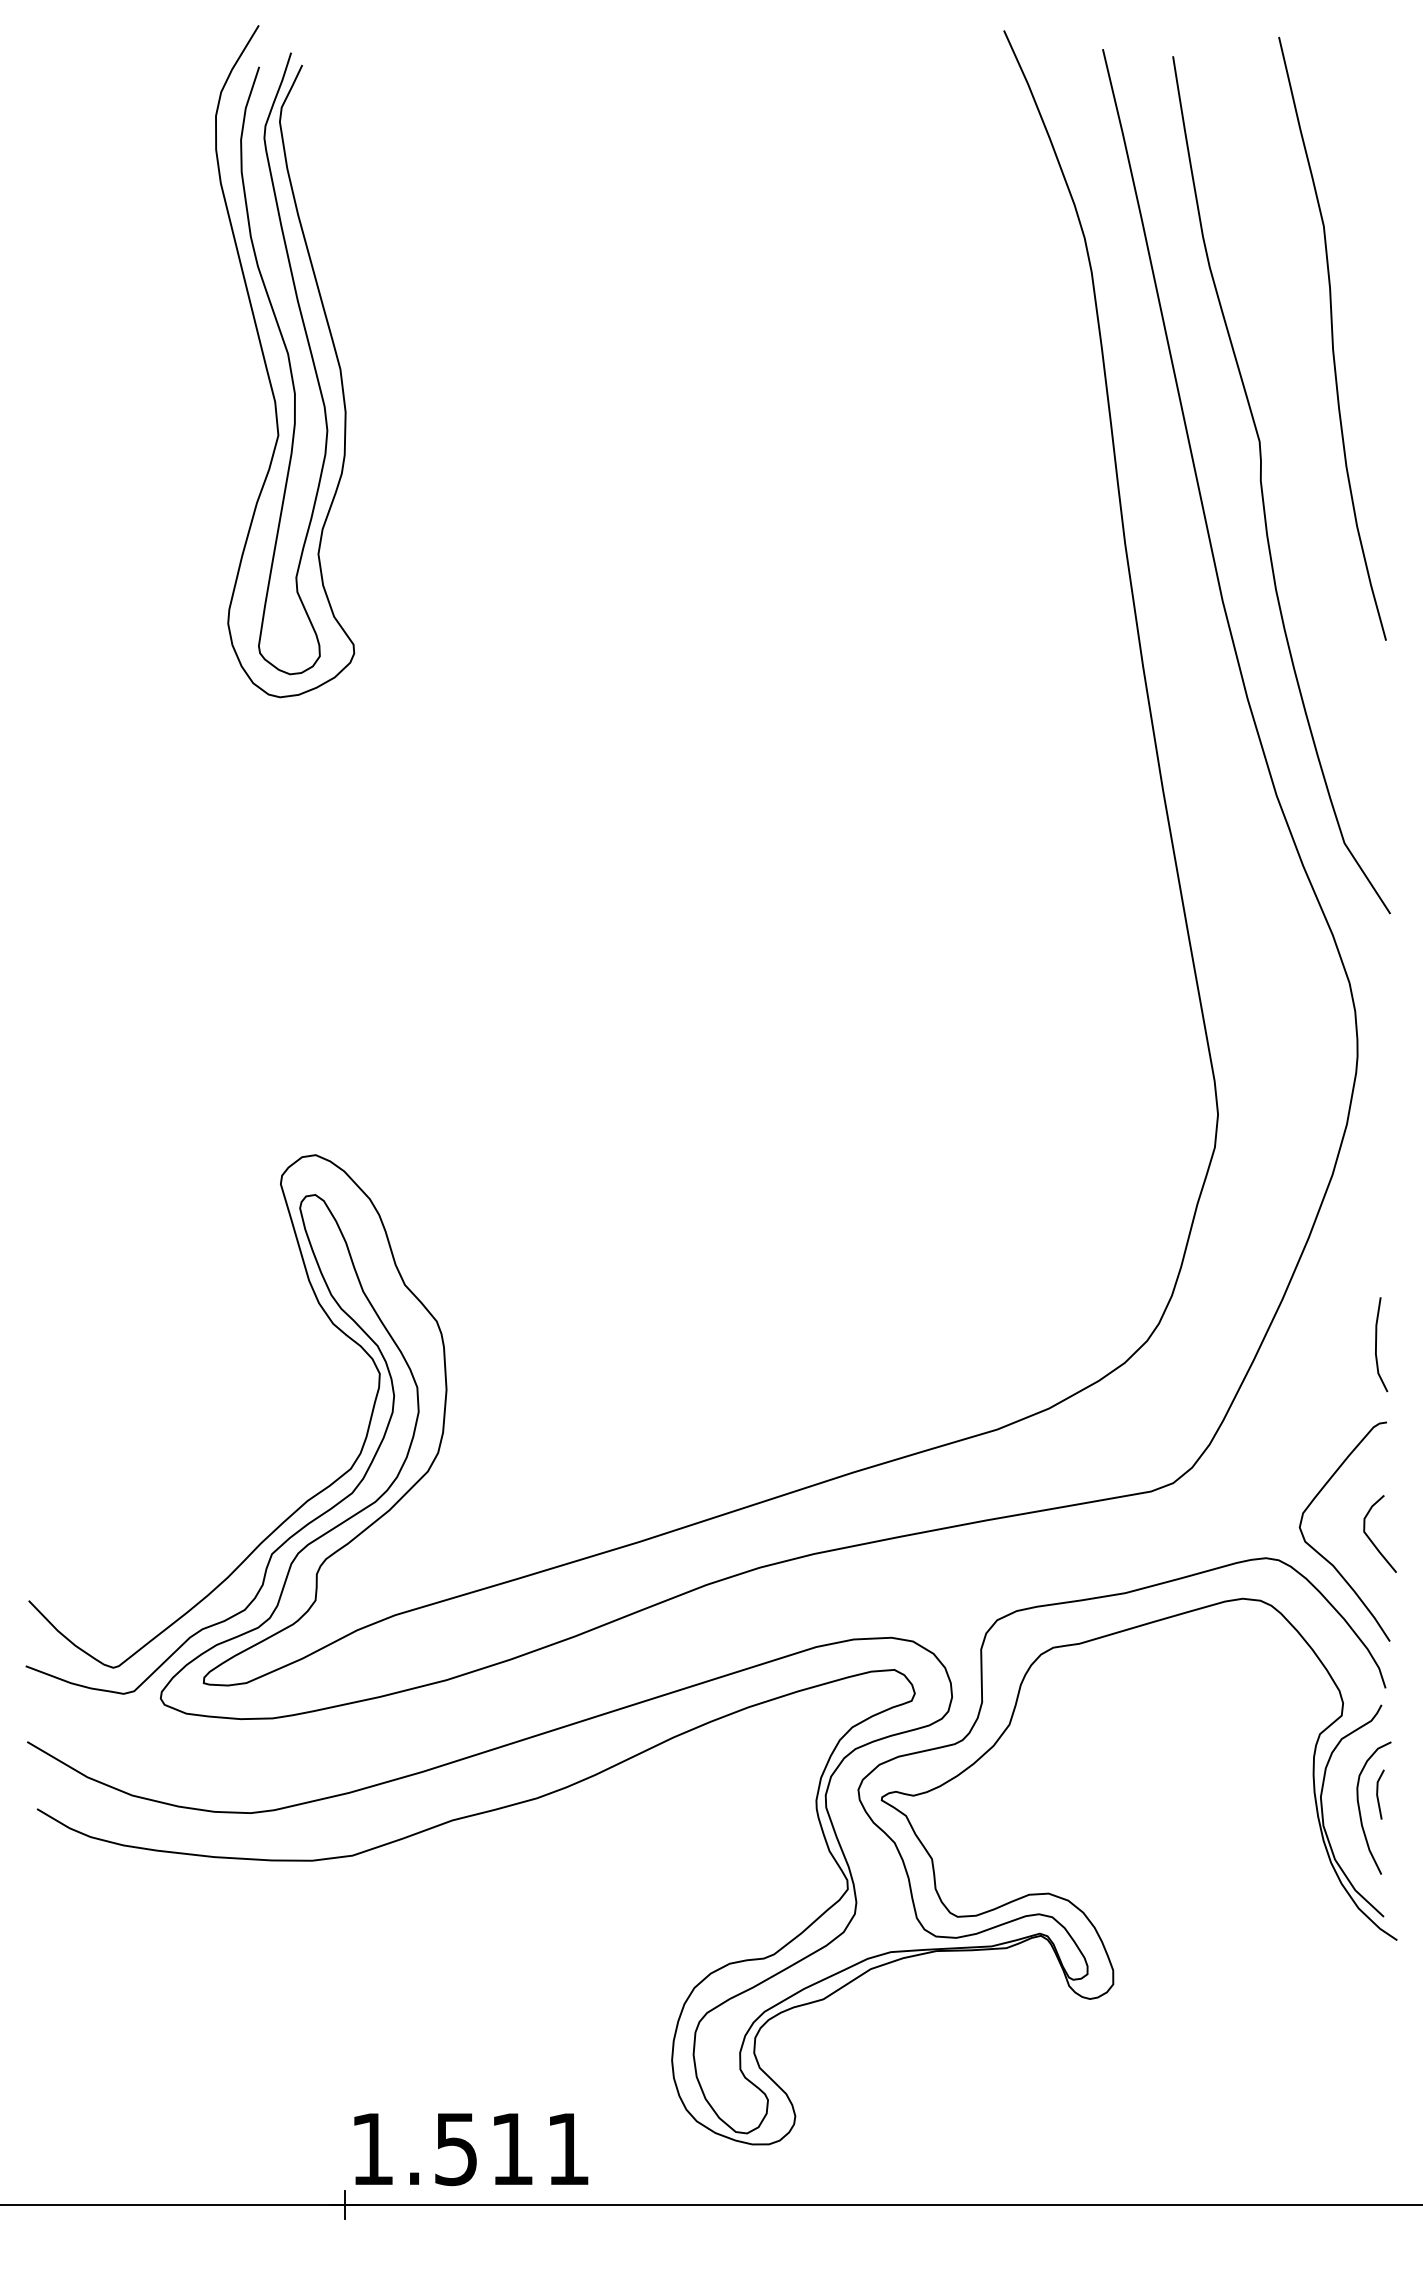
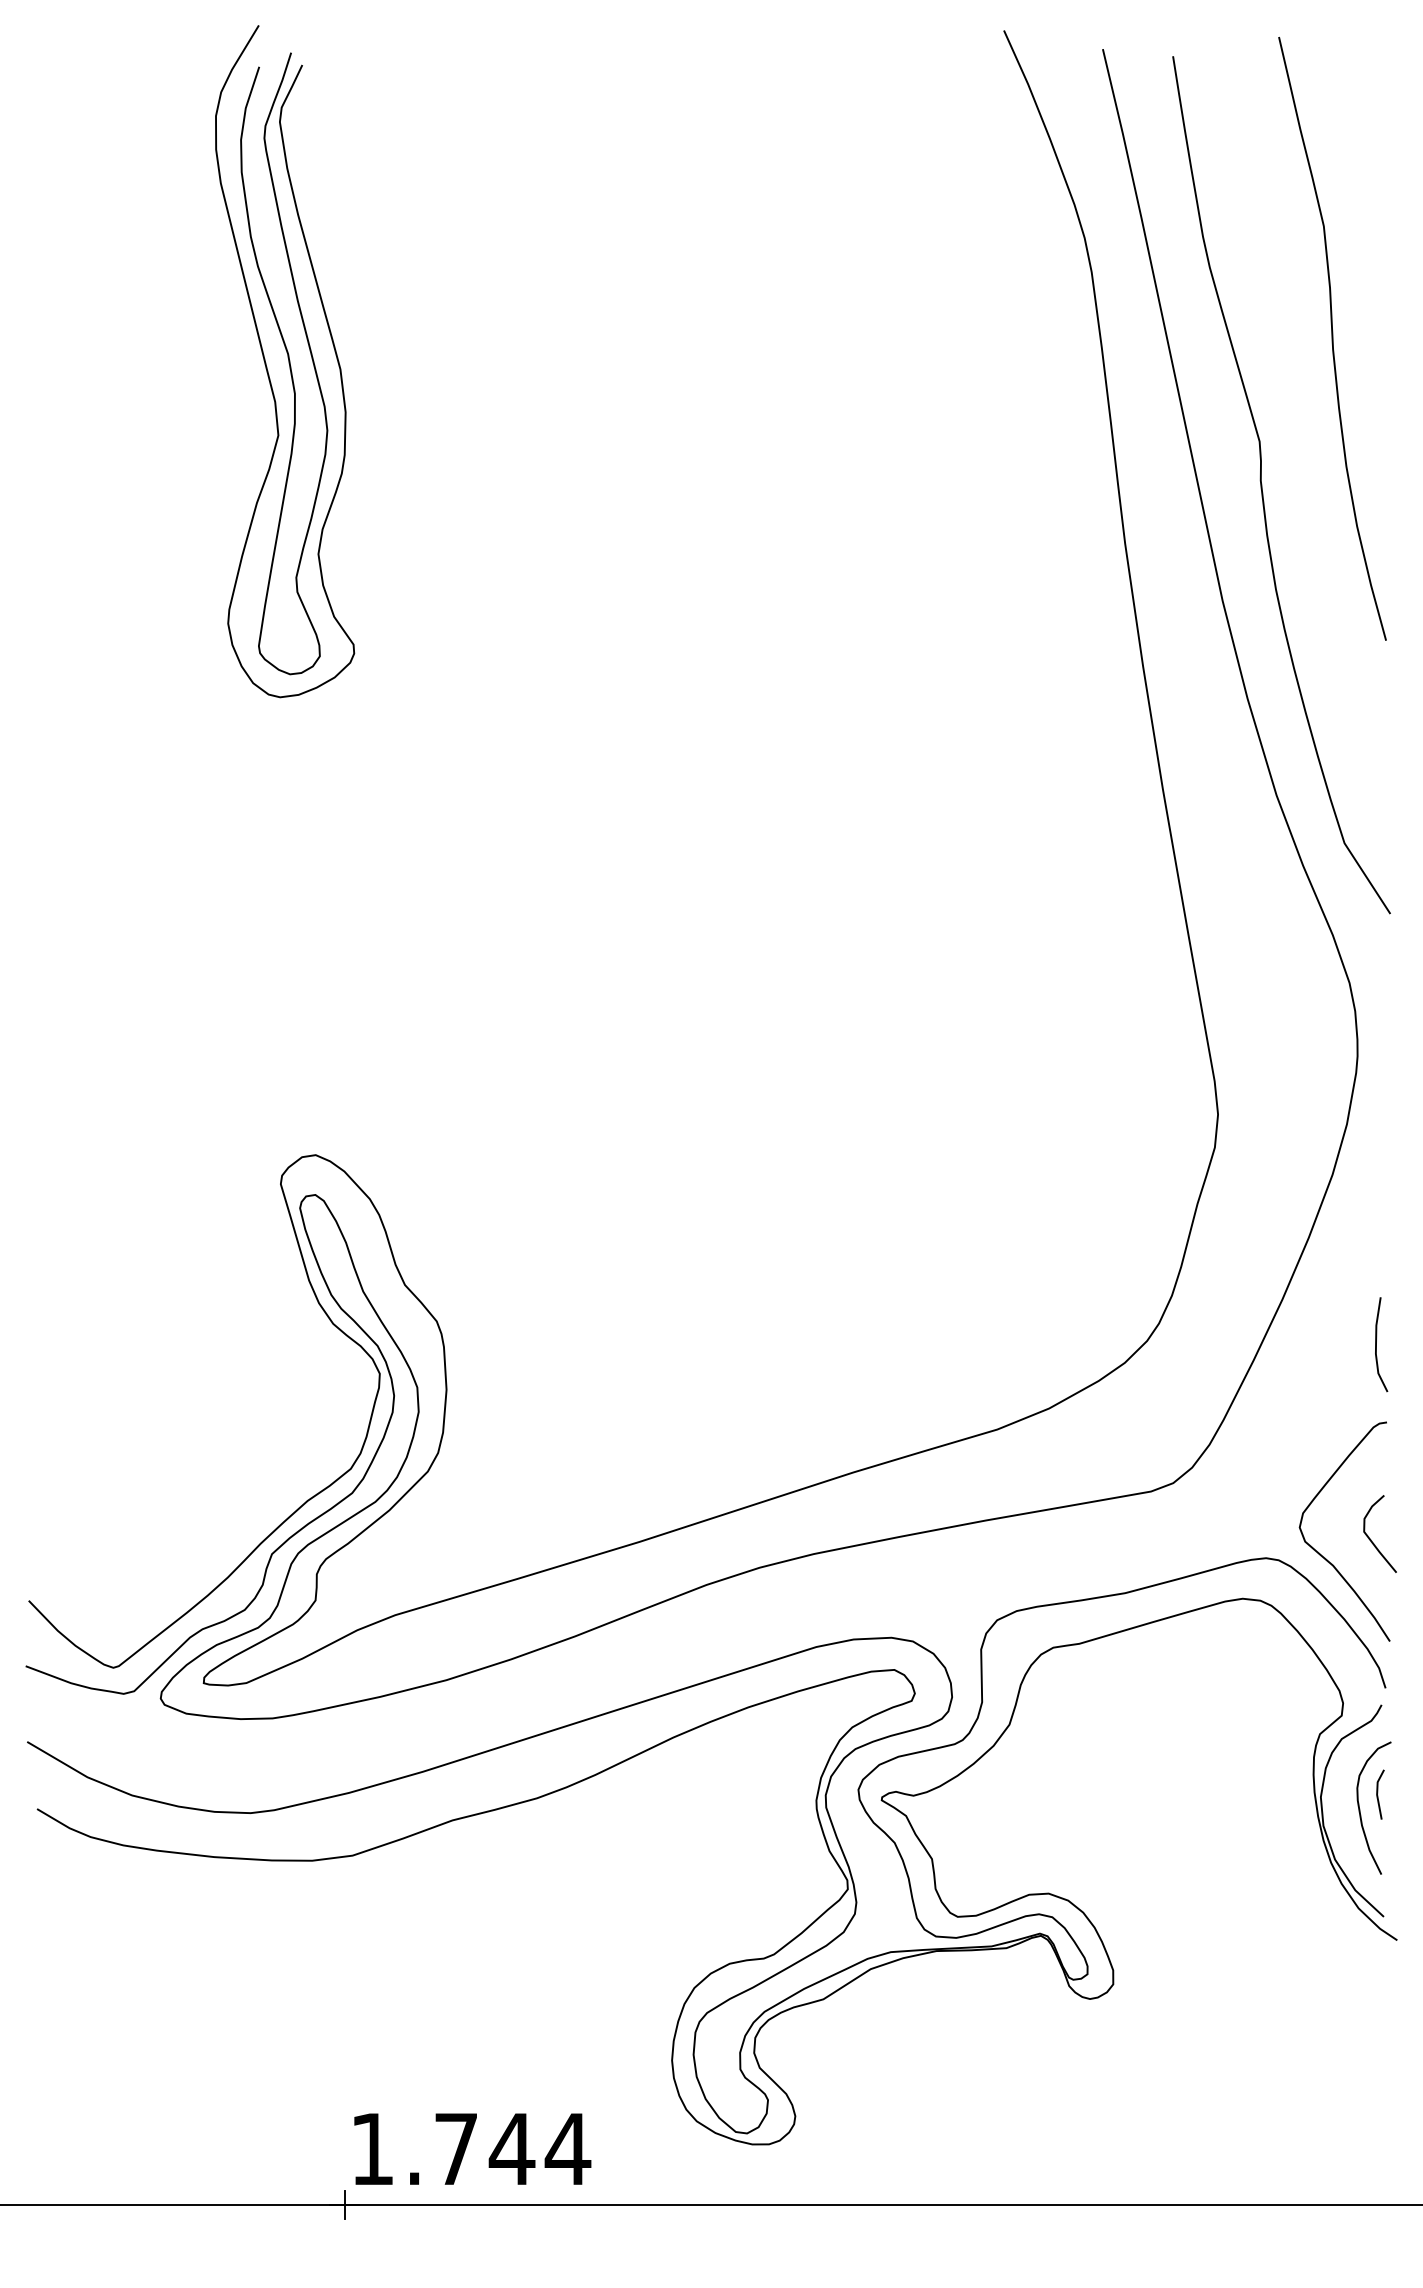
text at (513, 2149): 1.511 -> 1.744
